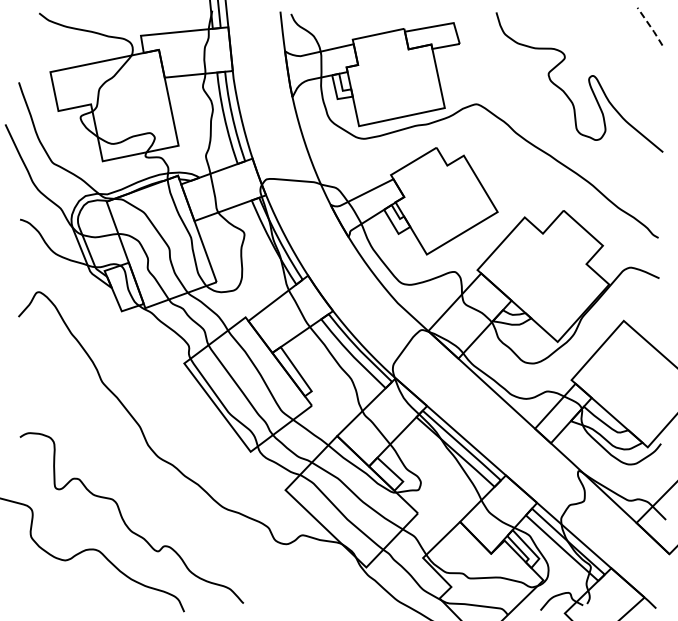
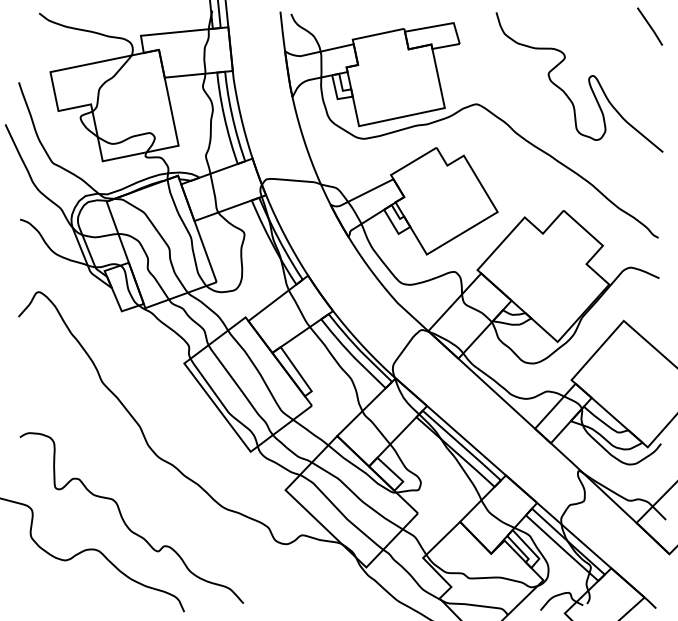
line at (650, 26): dashed -> solid
